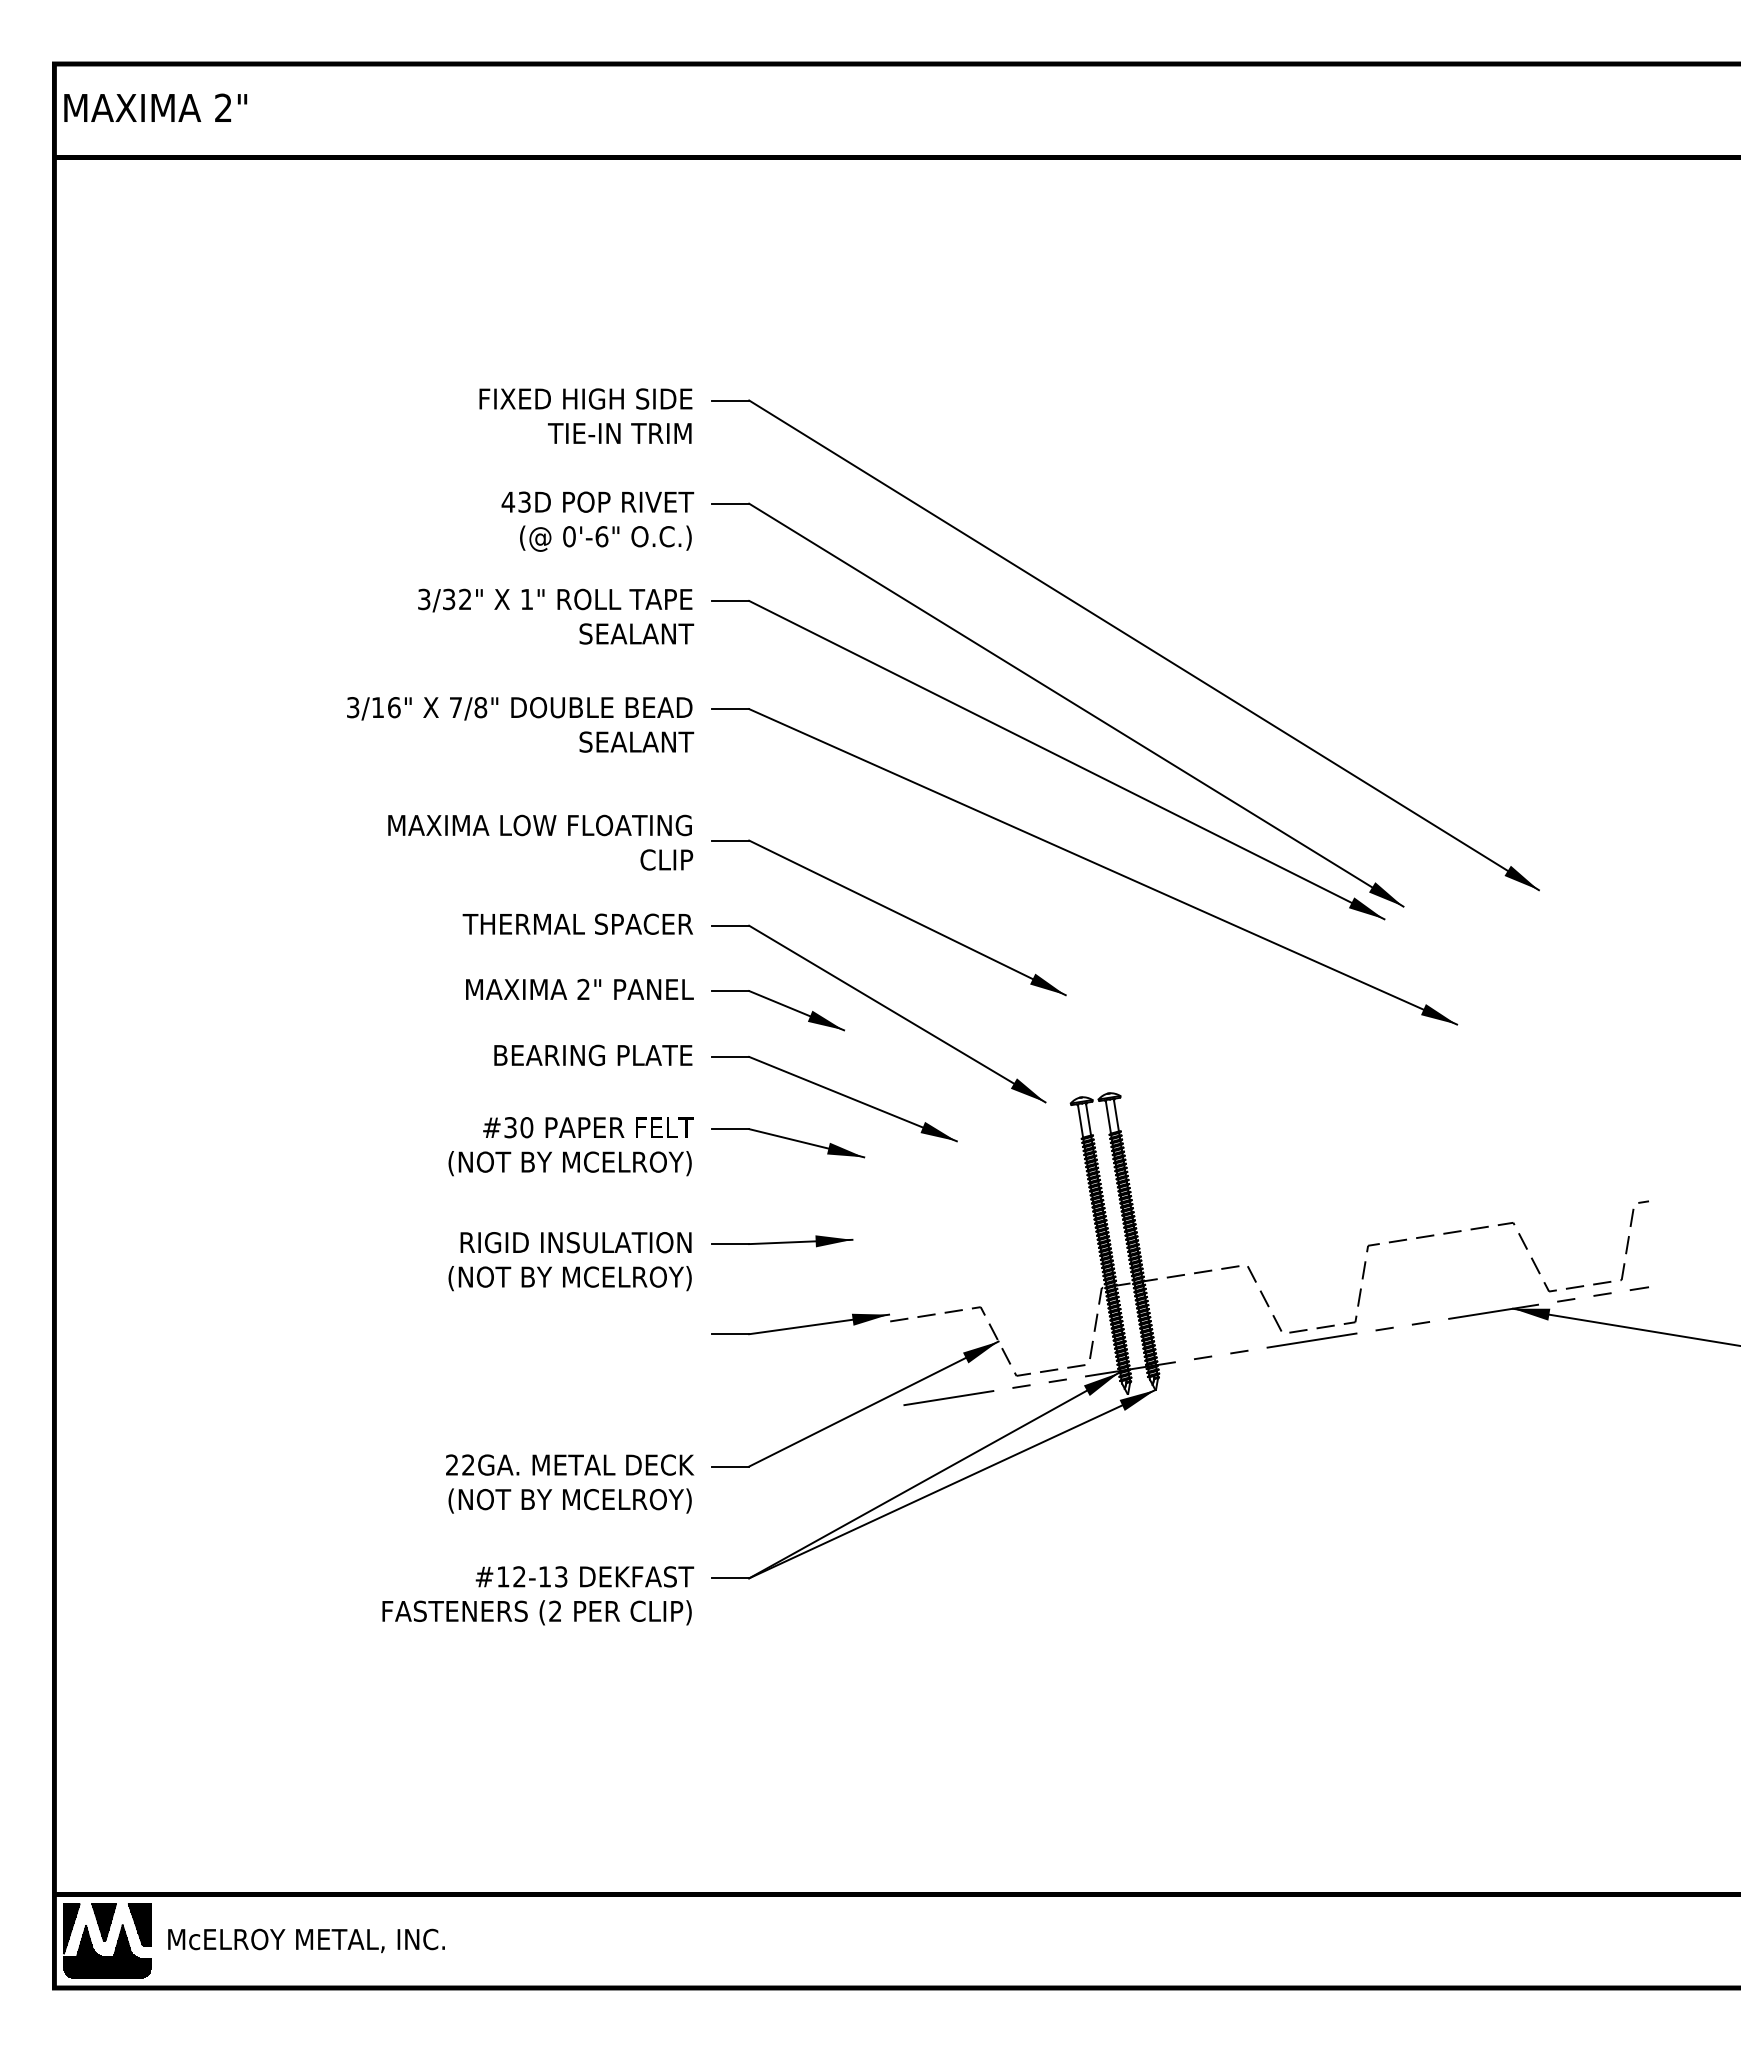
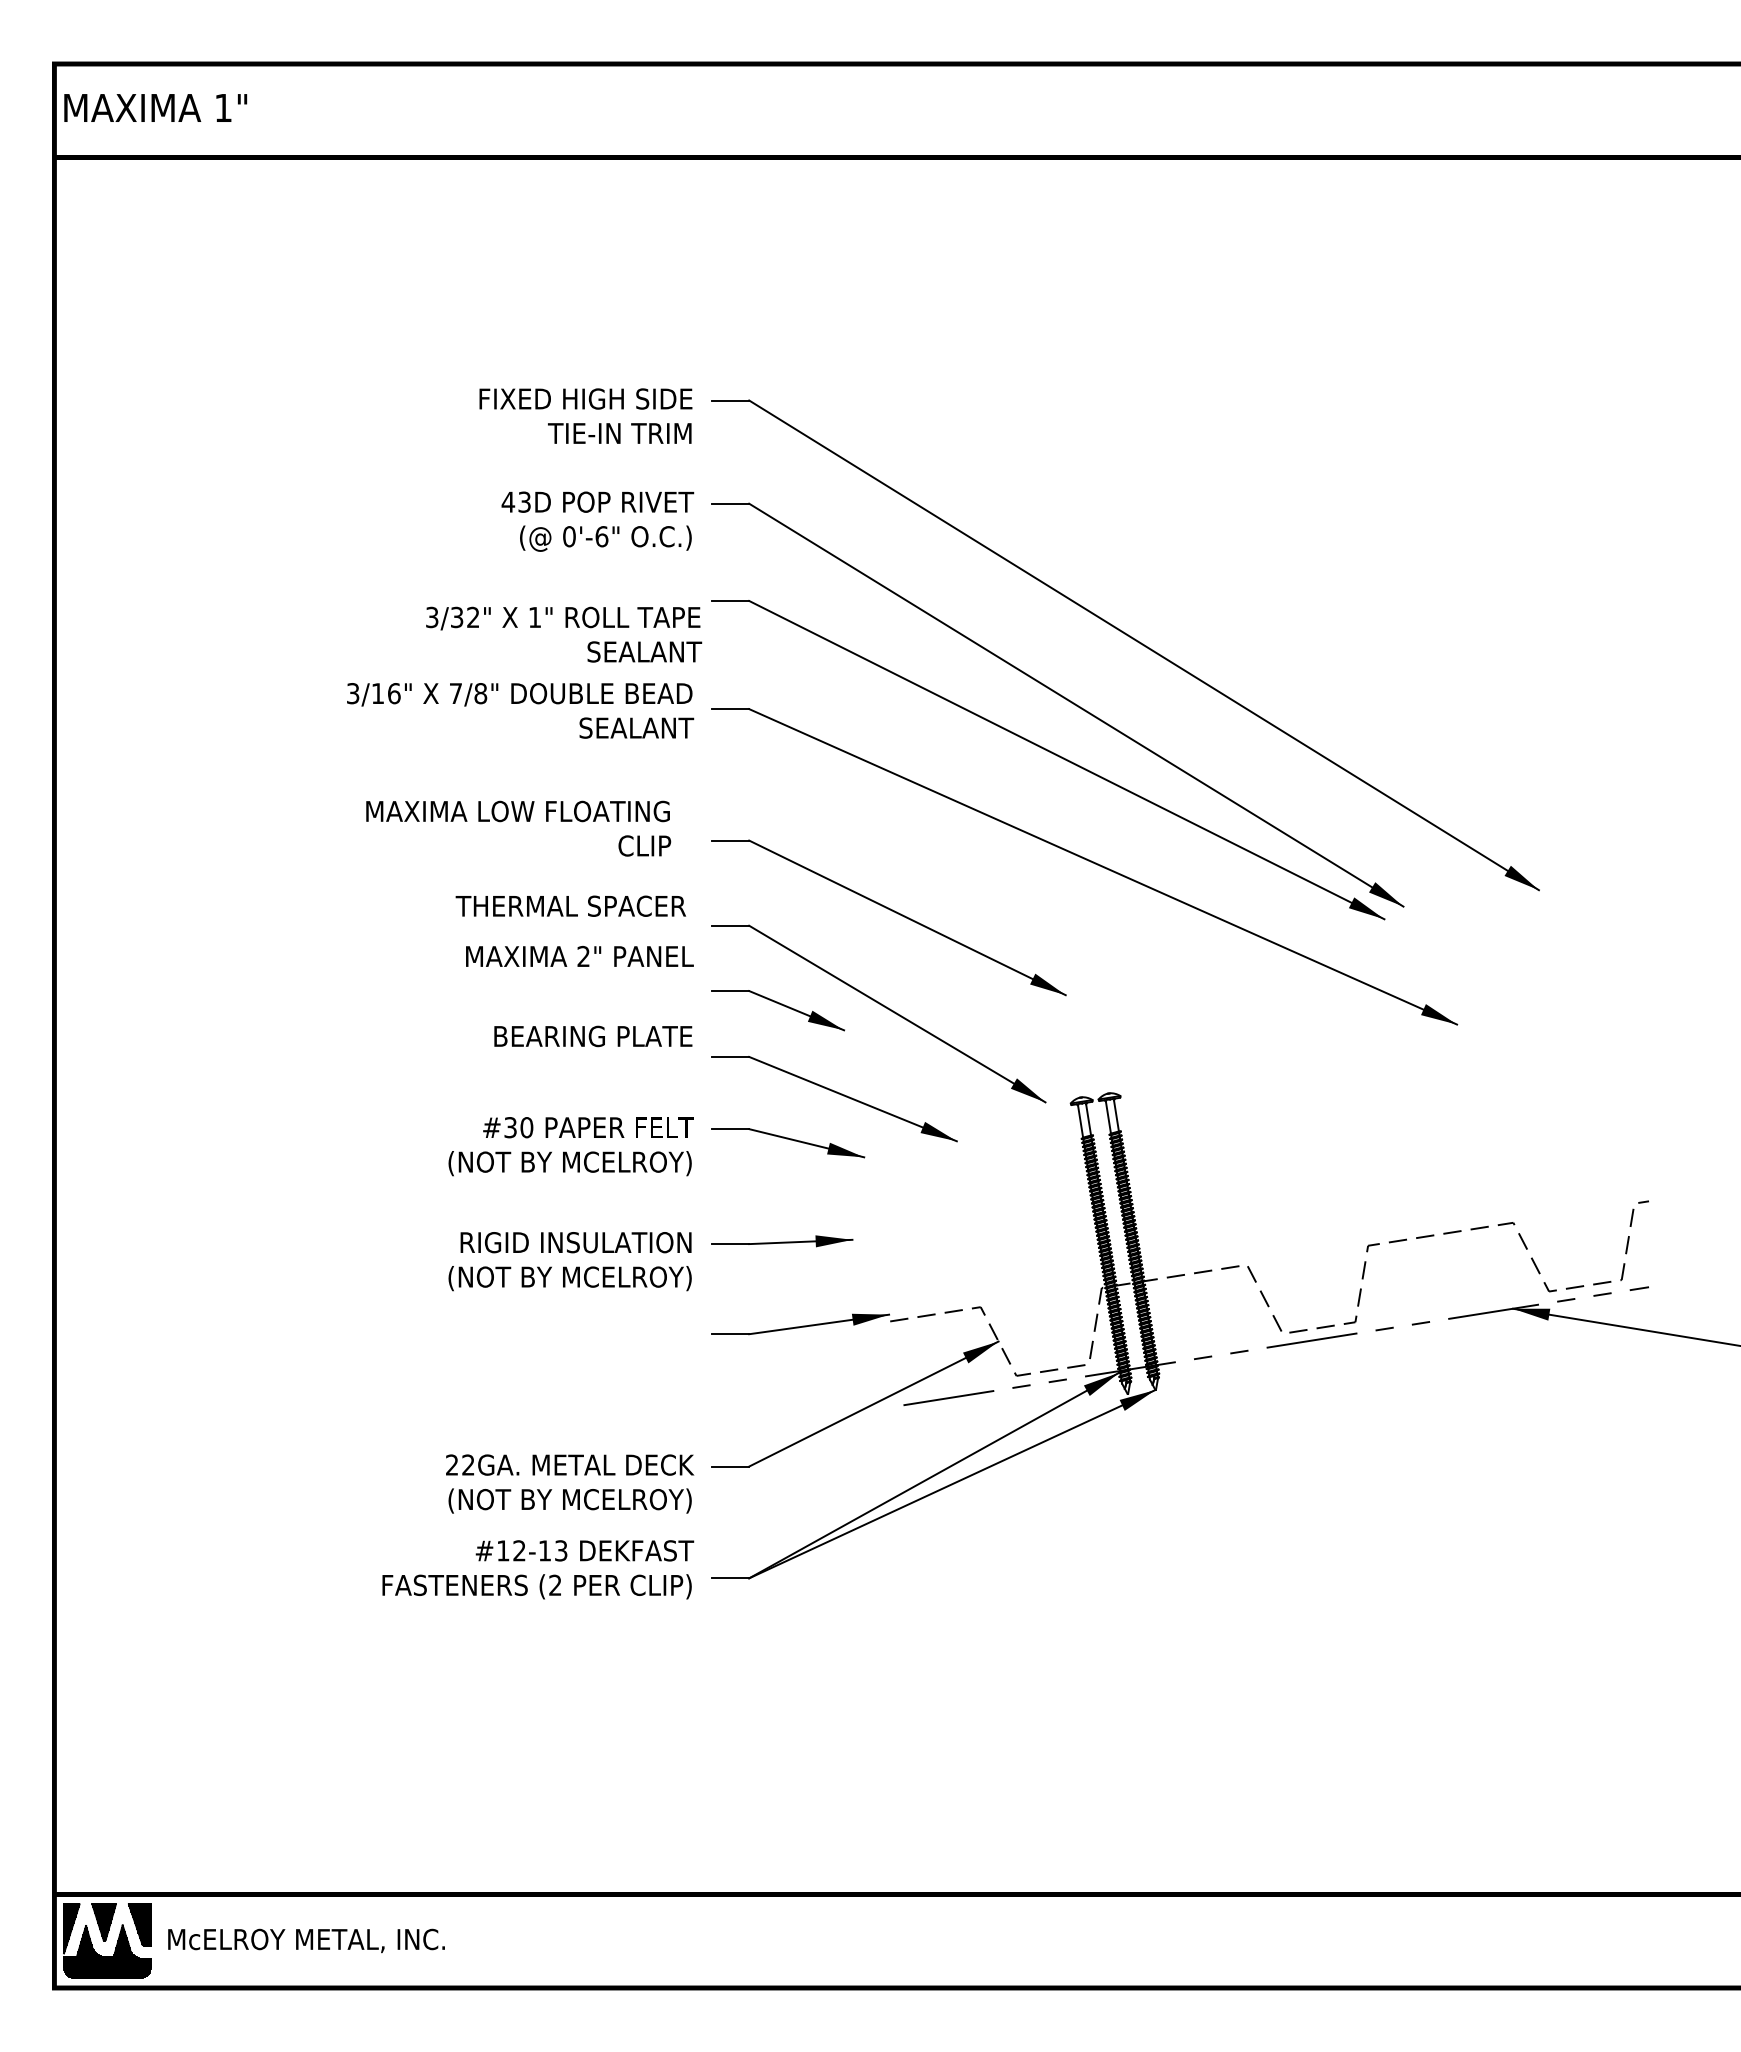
text at (223, 107): 2" -> 1"
text at (556, 616) position: (556, 616) -> (564, 634)
text at (520, 724) position: (520, 724) -> (520, 710)
text at (540, 842) position: (540, 842) -> (518, 828)
text at (577, 923) position: (577, 923) -> (570, 905)
text at (579, 989) position: (579, 989) -> (579, 956)
text at (593, 1055) position: (593, 1055) -> (593, 1036)
text at (538, 1595) position: (538, 1595) -> (538, 1569)
